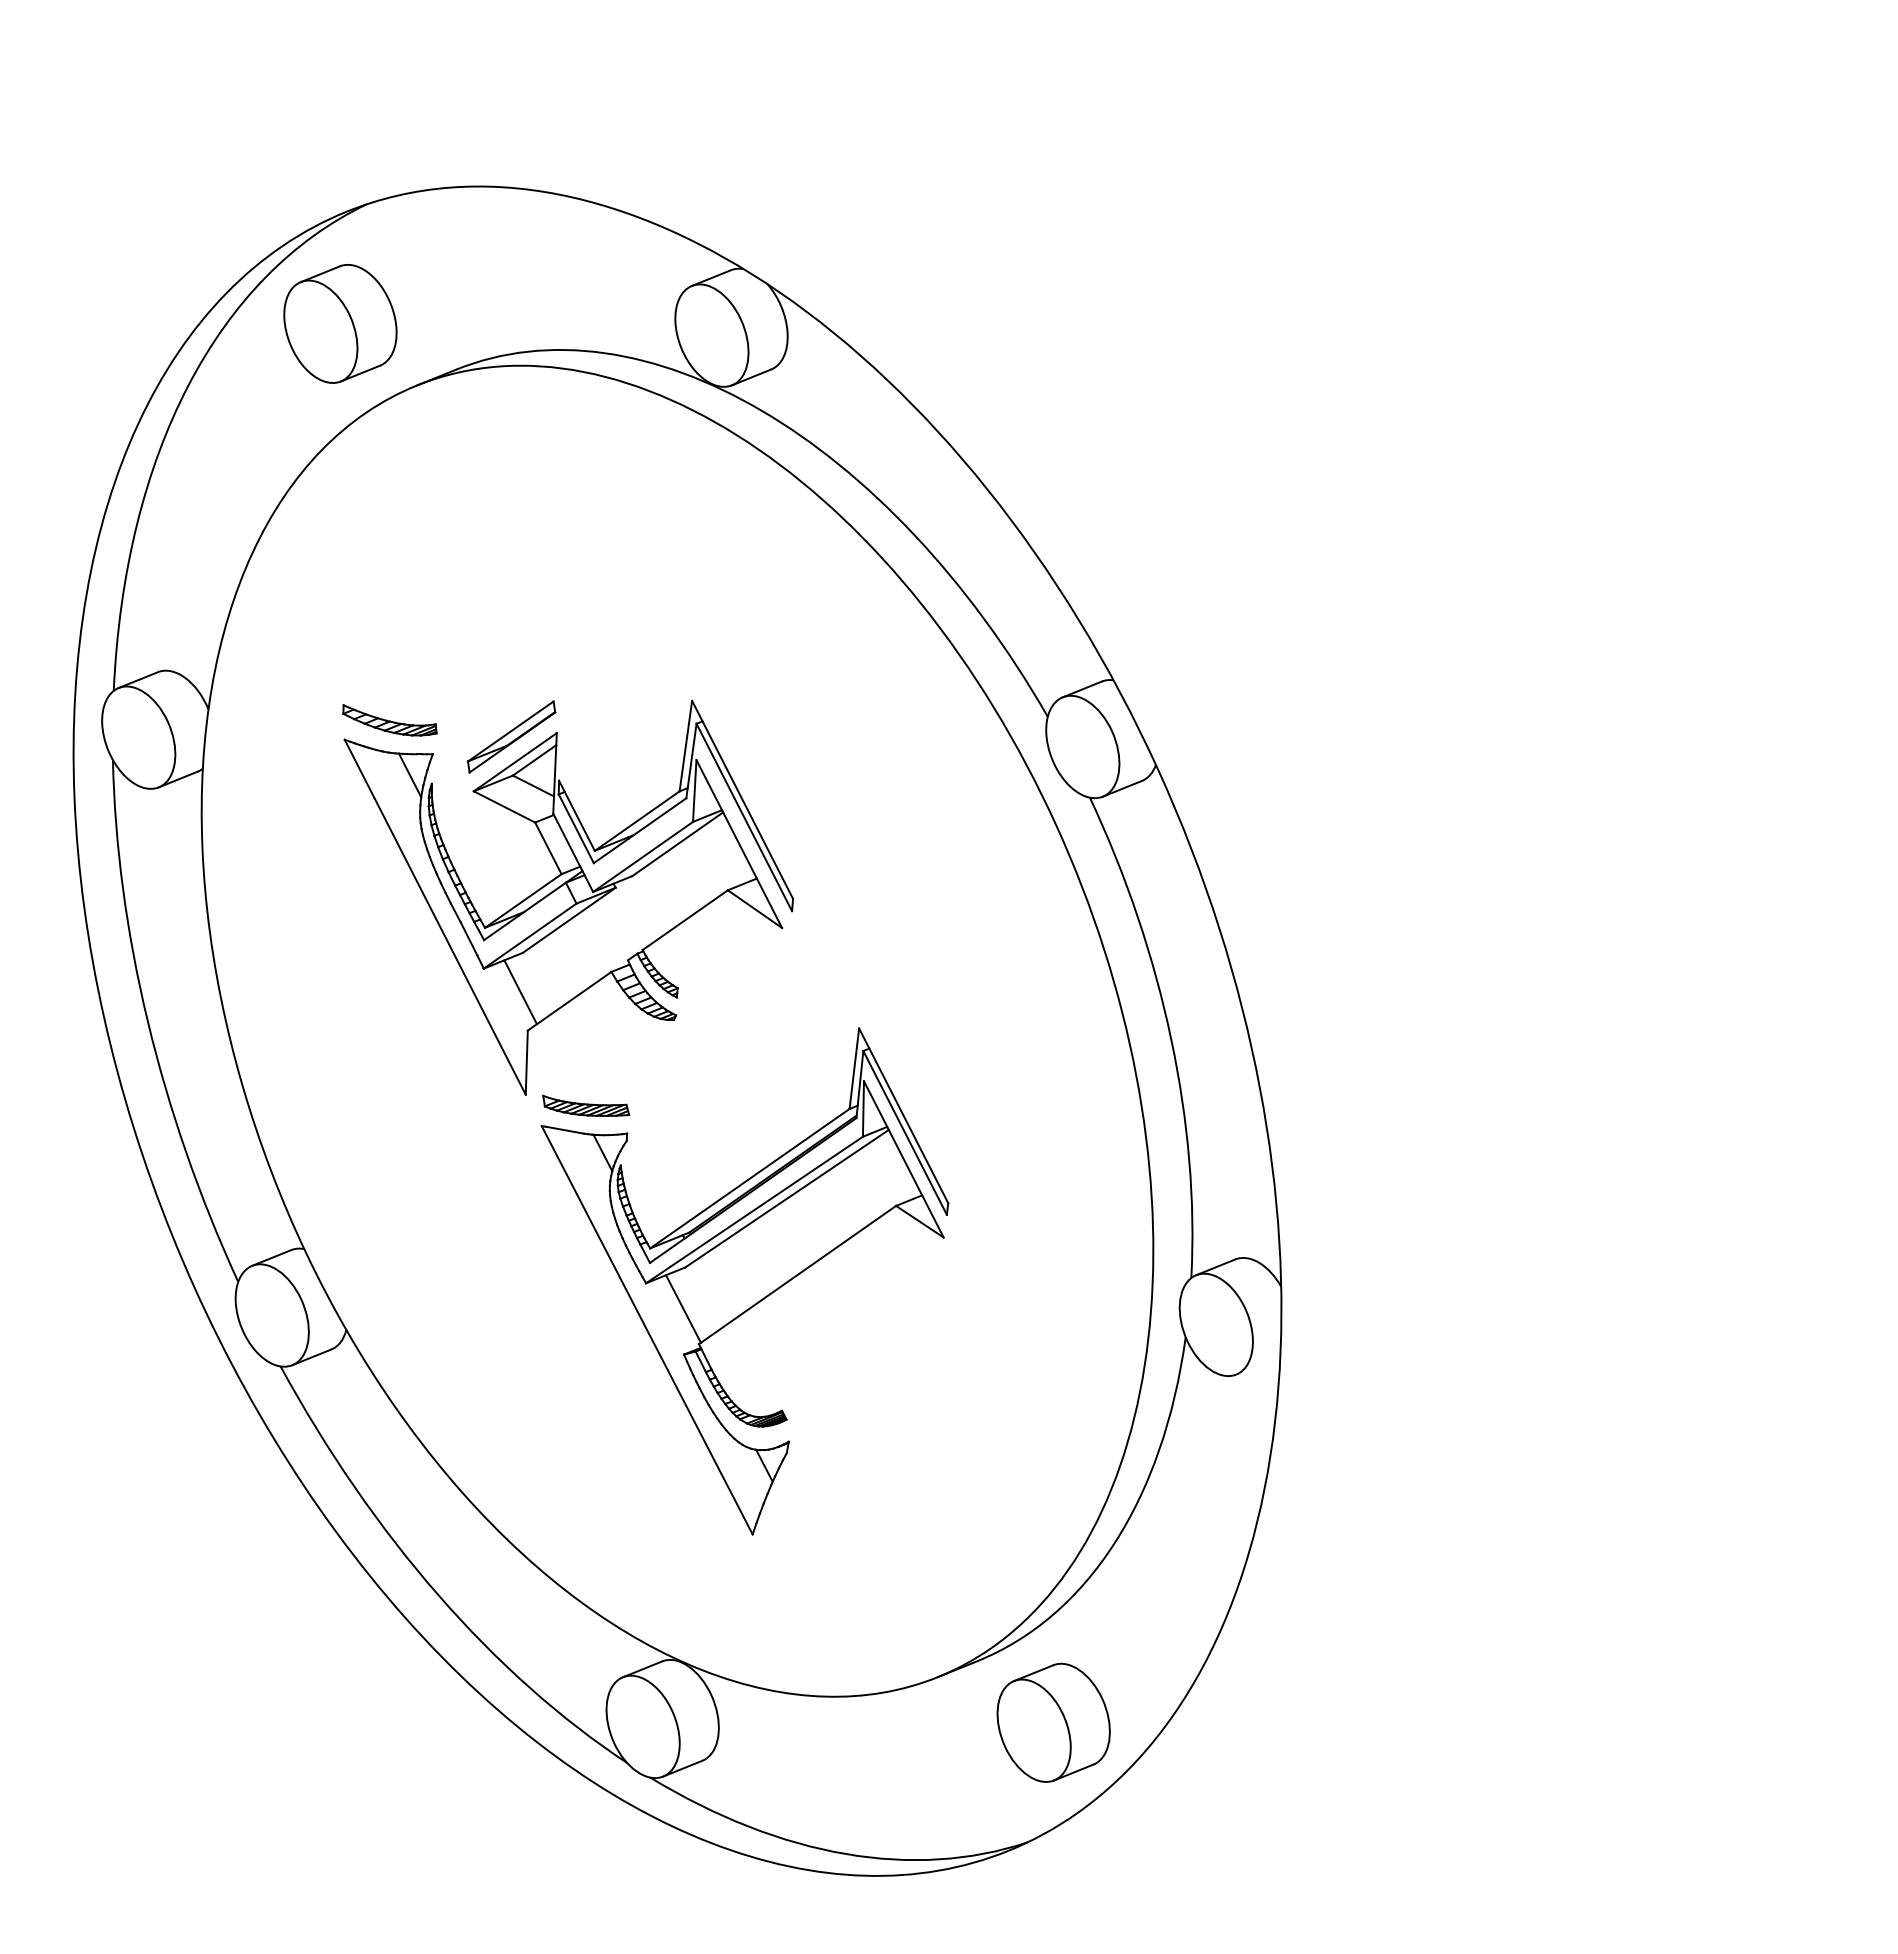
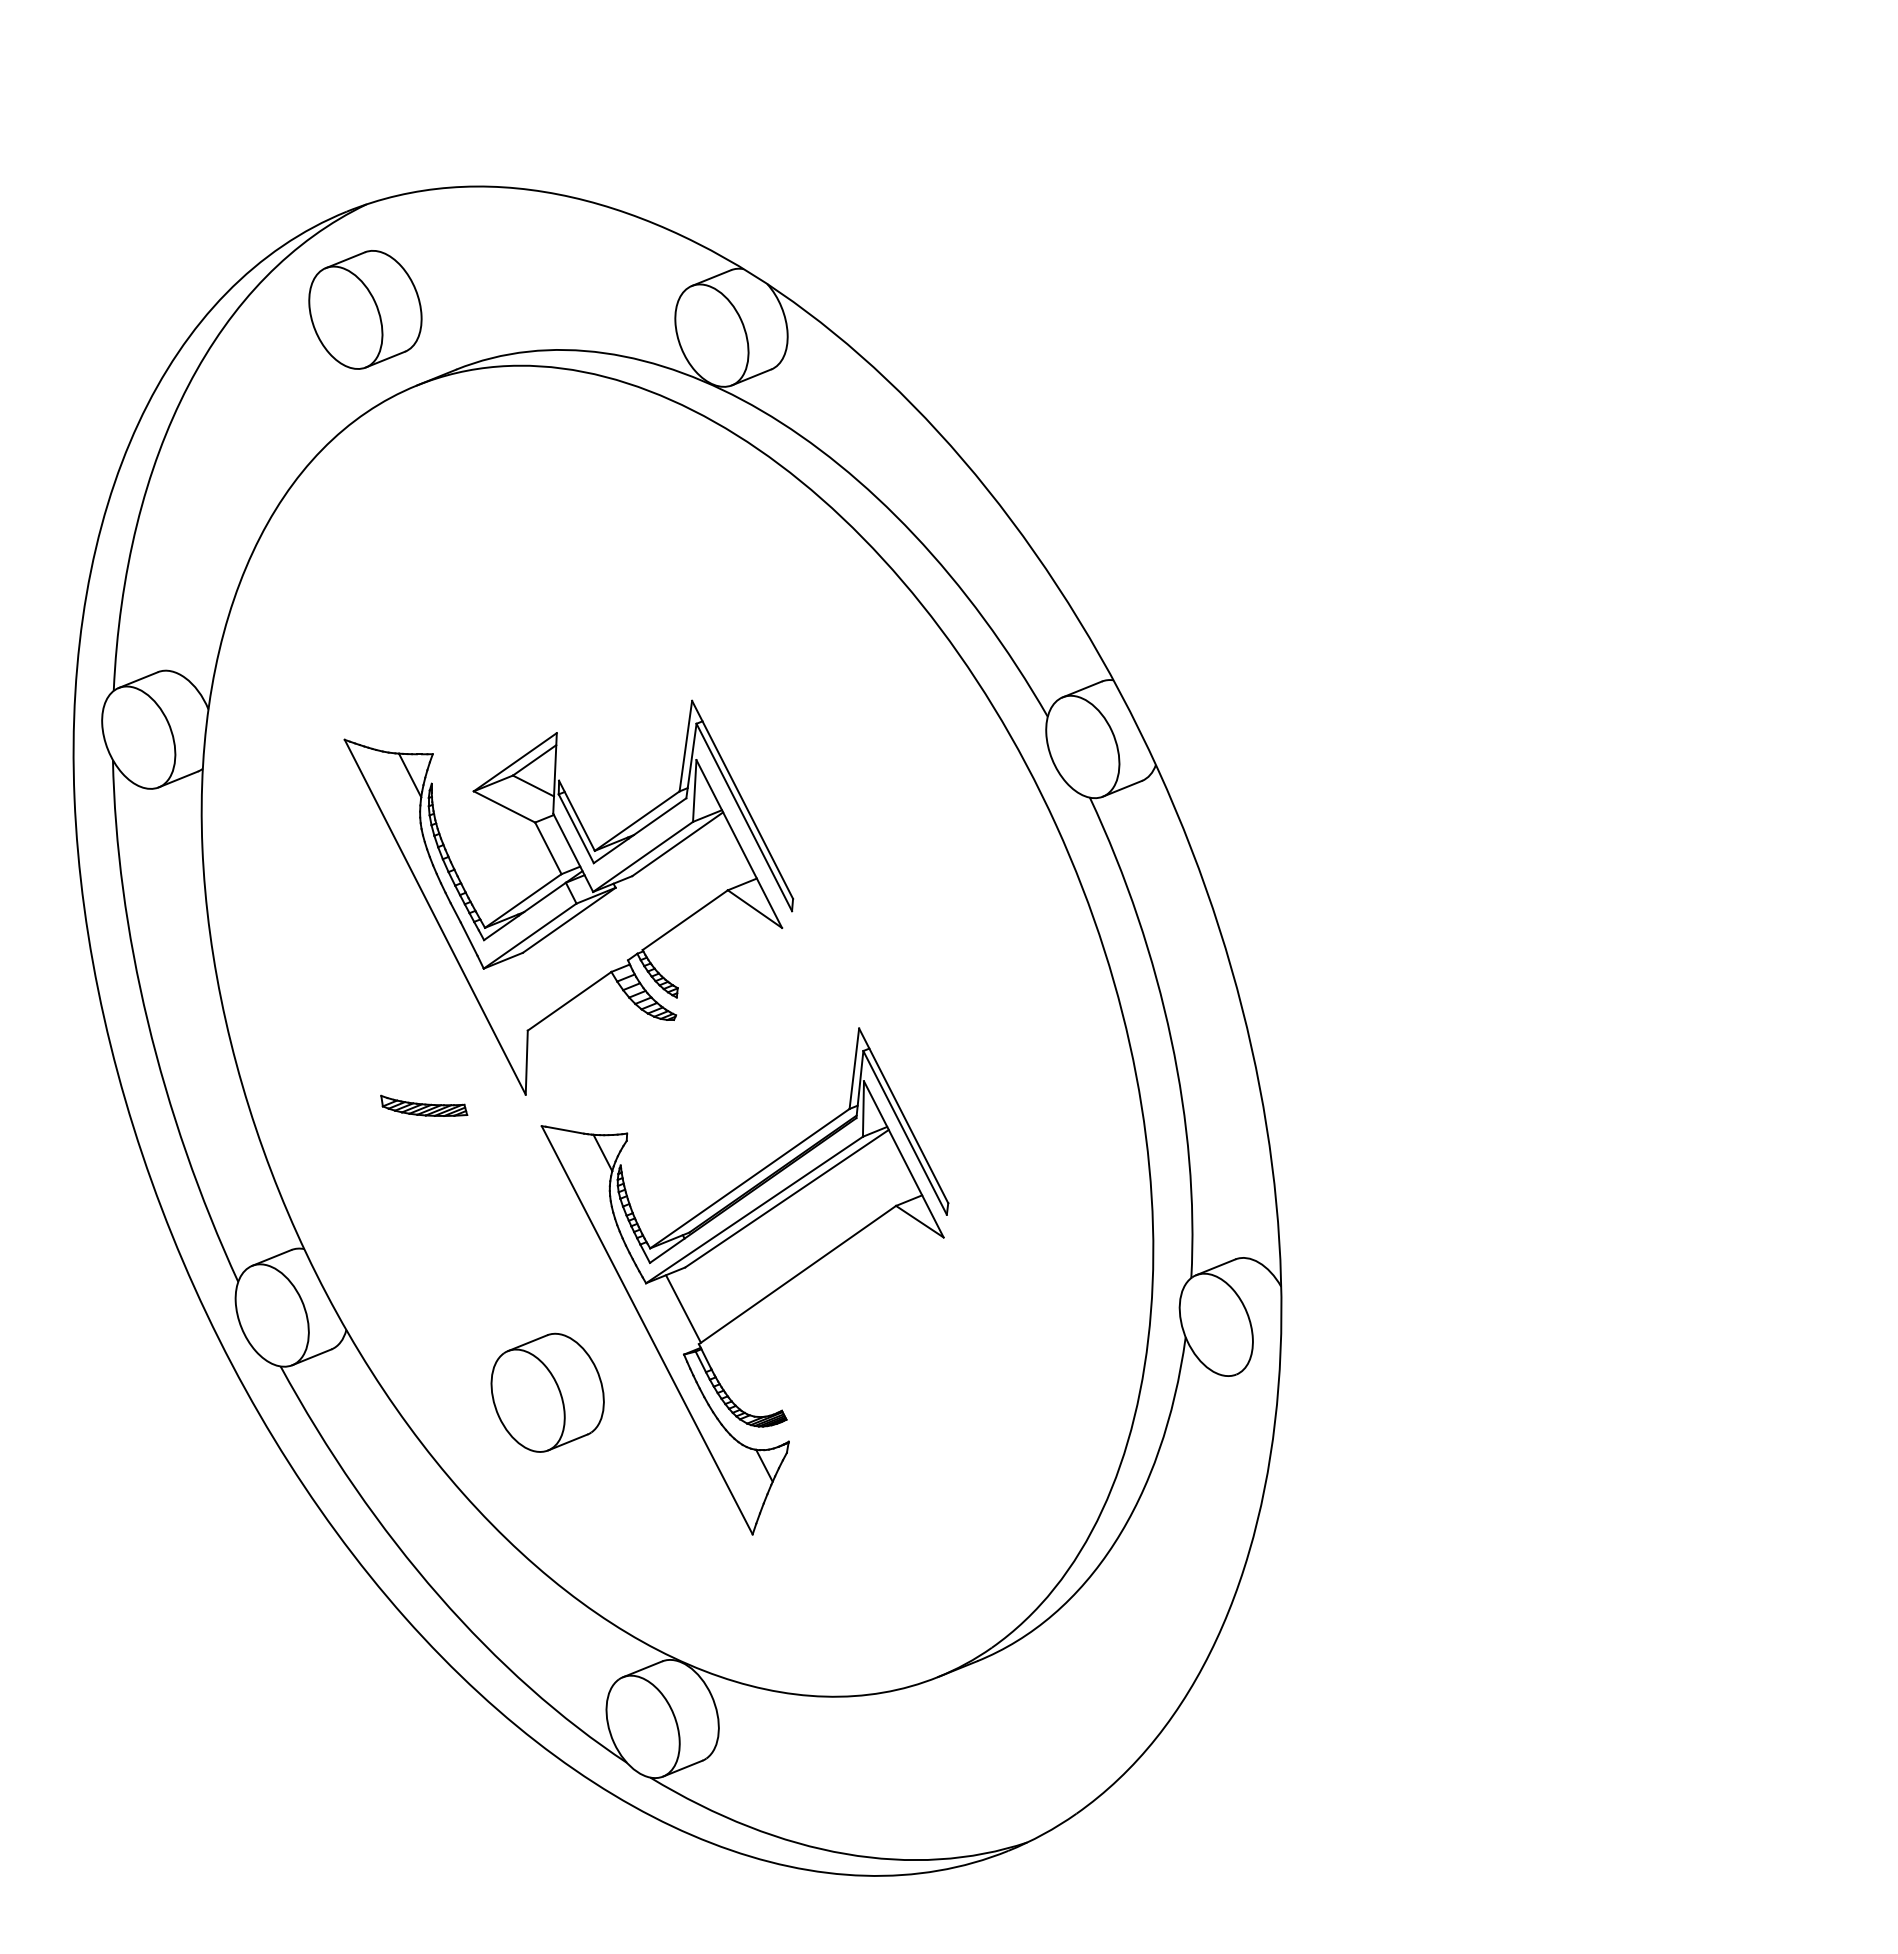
part at (340, 323) position: (340, 323) -> (365, 309)
part at (389, 720): present -> none
part at (511, 736): present -> none
line at (520, 992): present -> none
part at (586, 1105) position: (586, 1105) -> (424, 1105)
part at (1053, 1722) position: (1053, 1722) -> (547, 1392)
